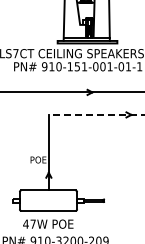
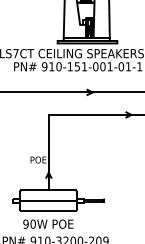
line at (96, 114): dashed -> solid
line at (48, 200): none -> present
text at (29, 223): 47W -> 90W
